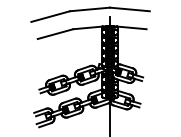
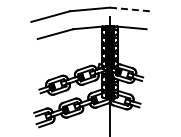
line at (129, 9): solid -> dashed
